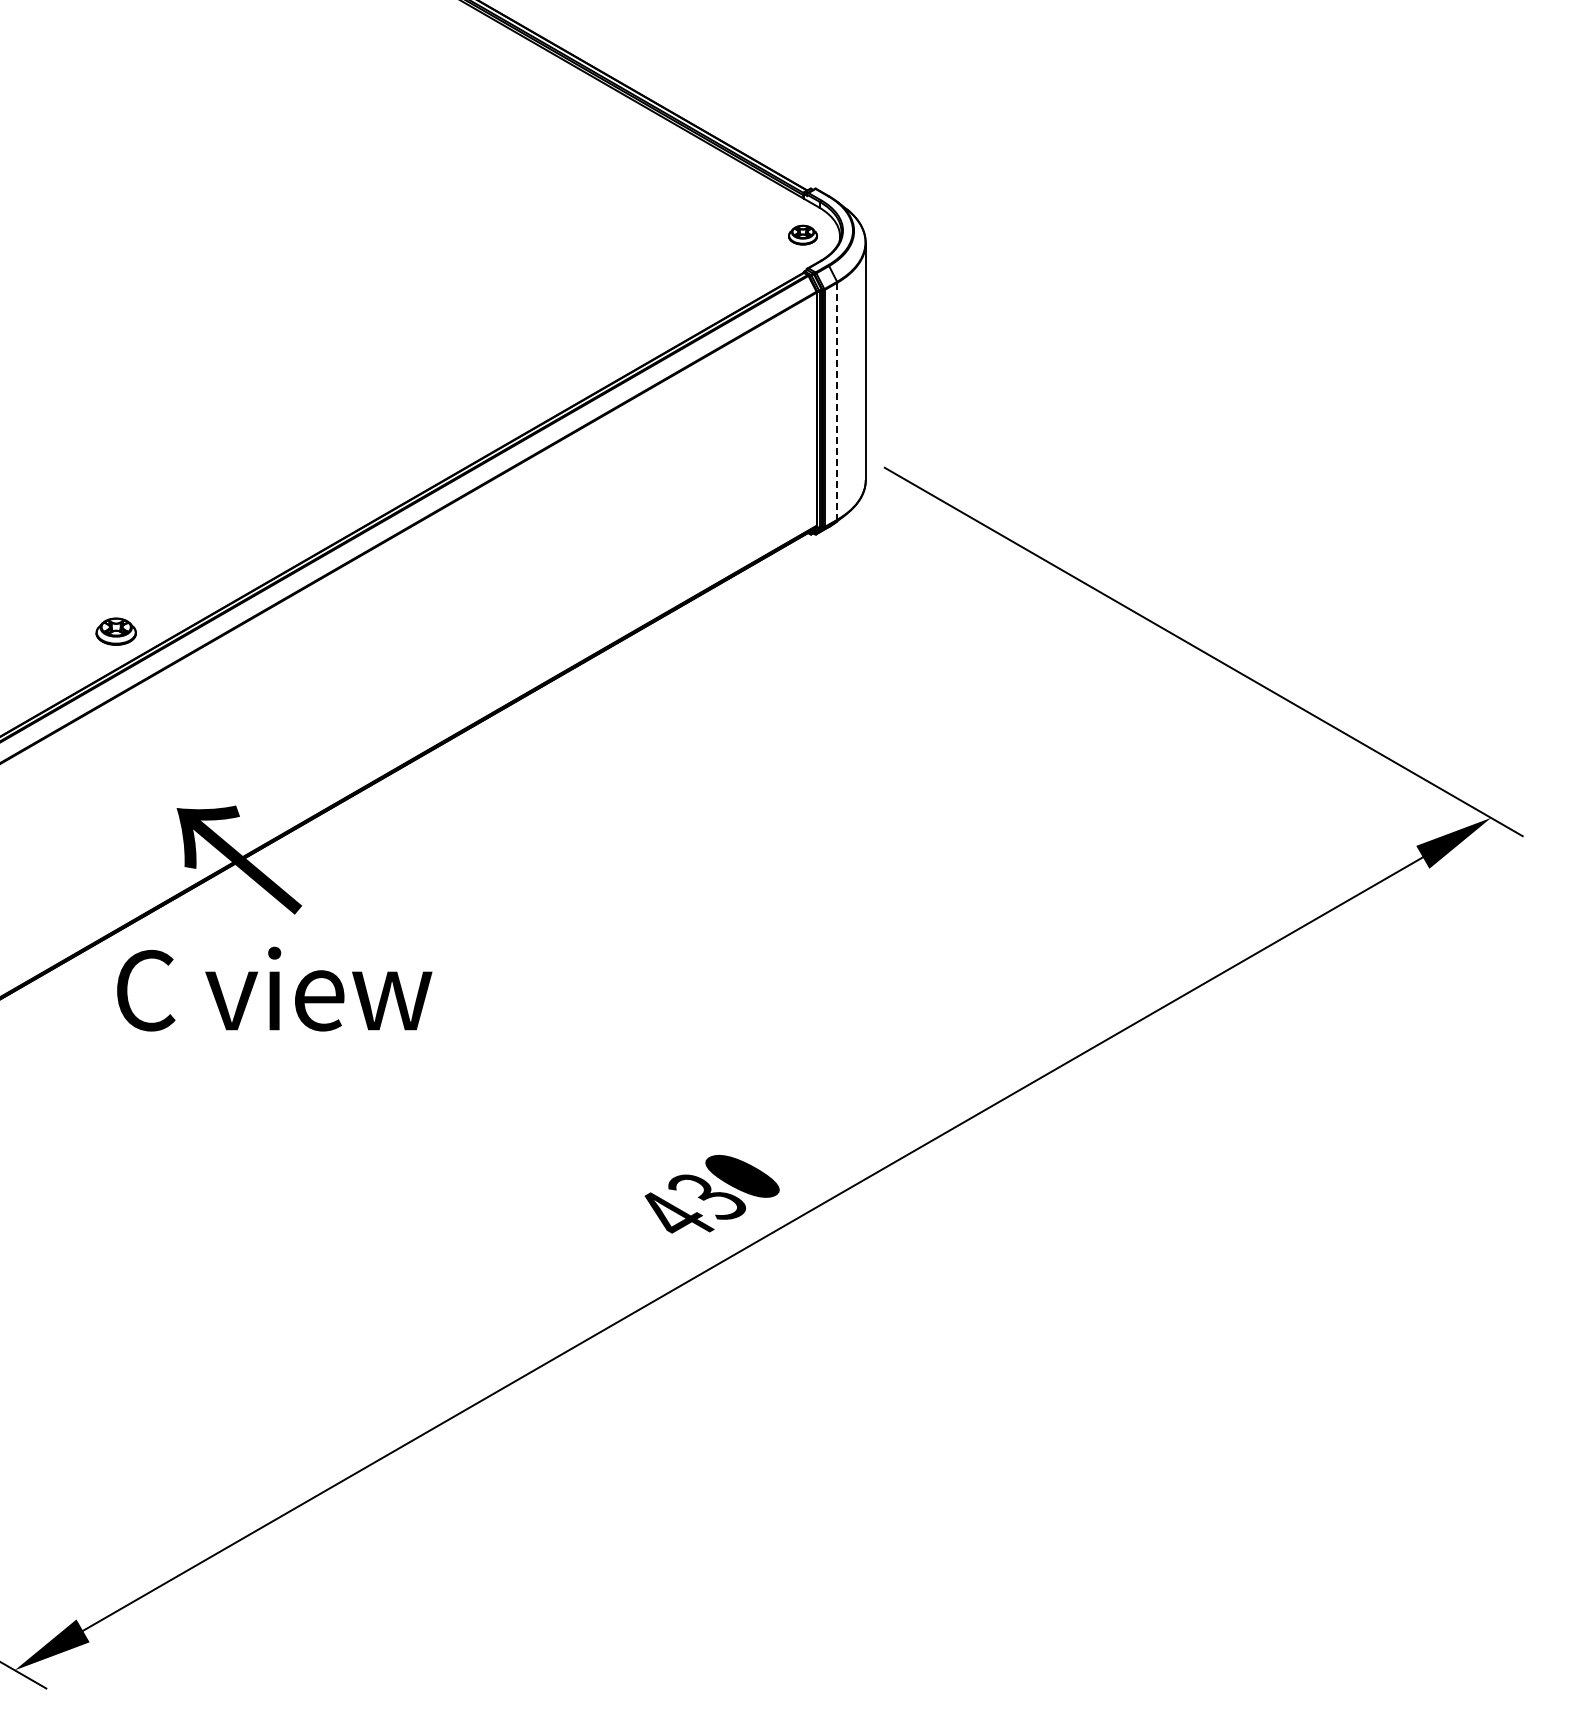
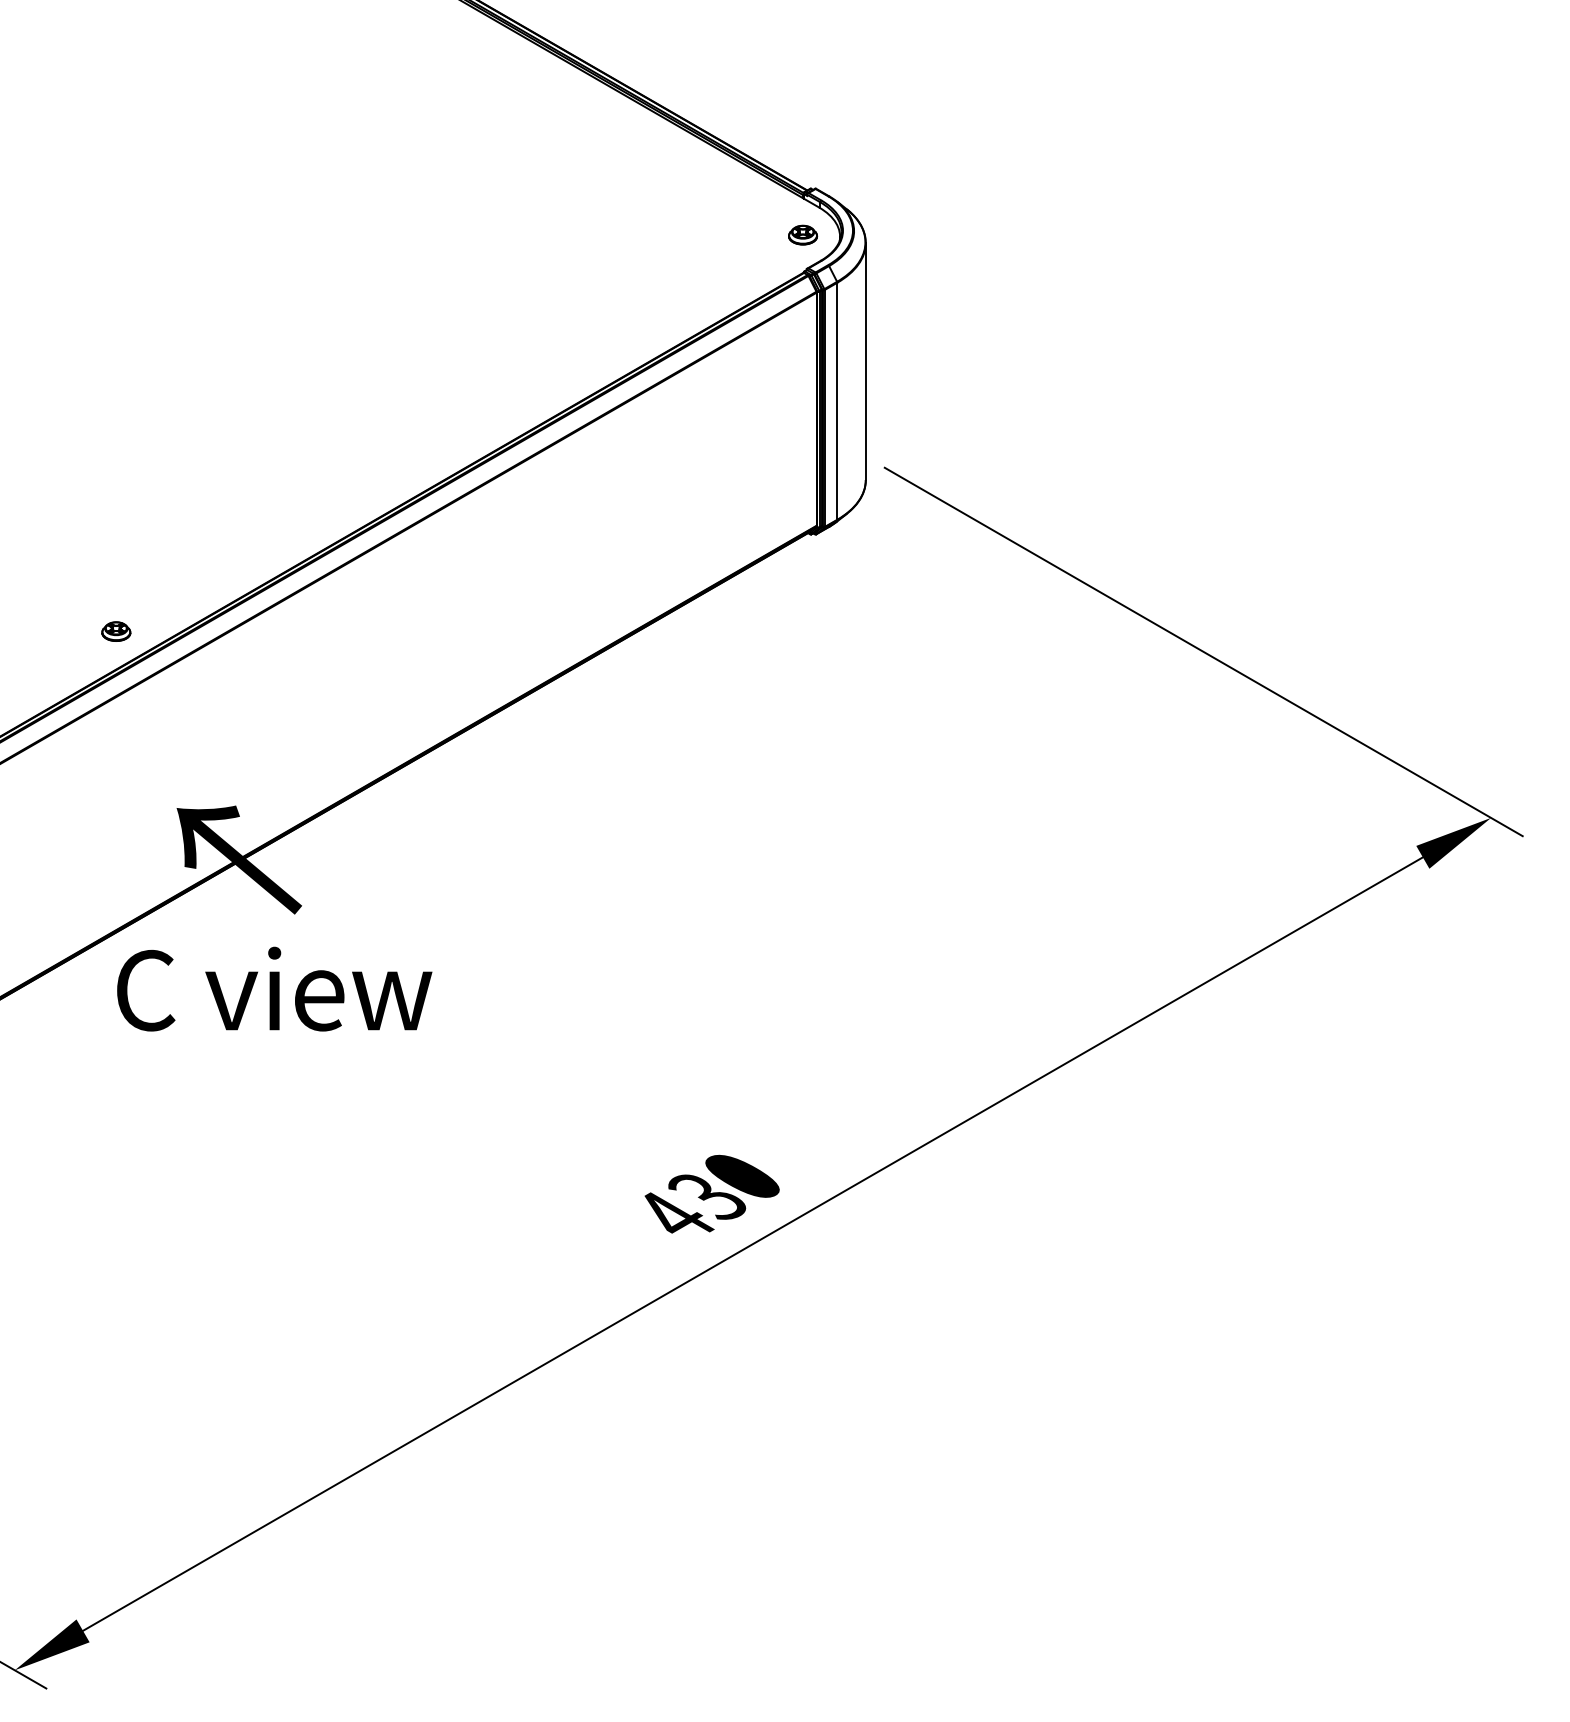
line at (837, 401): dashed -> solid
part at (115, 631) size: 42x29 px -> 31x21 px
